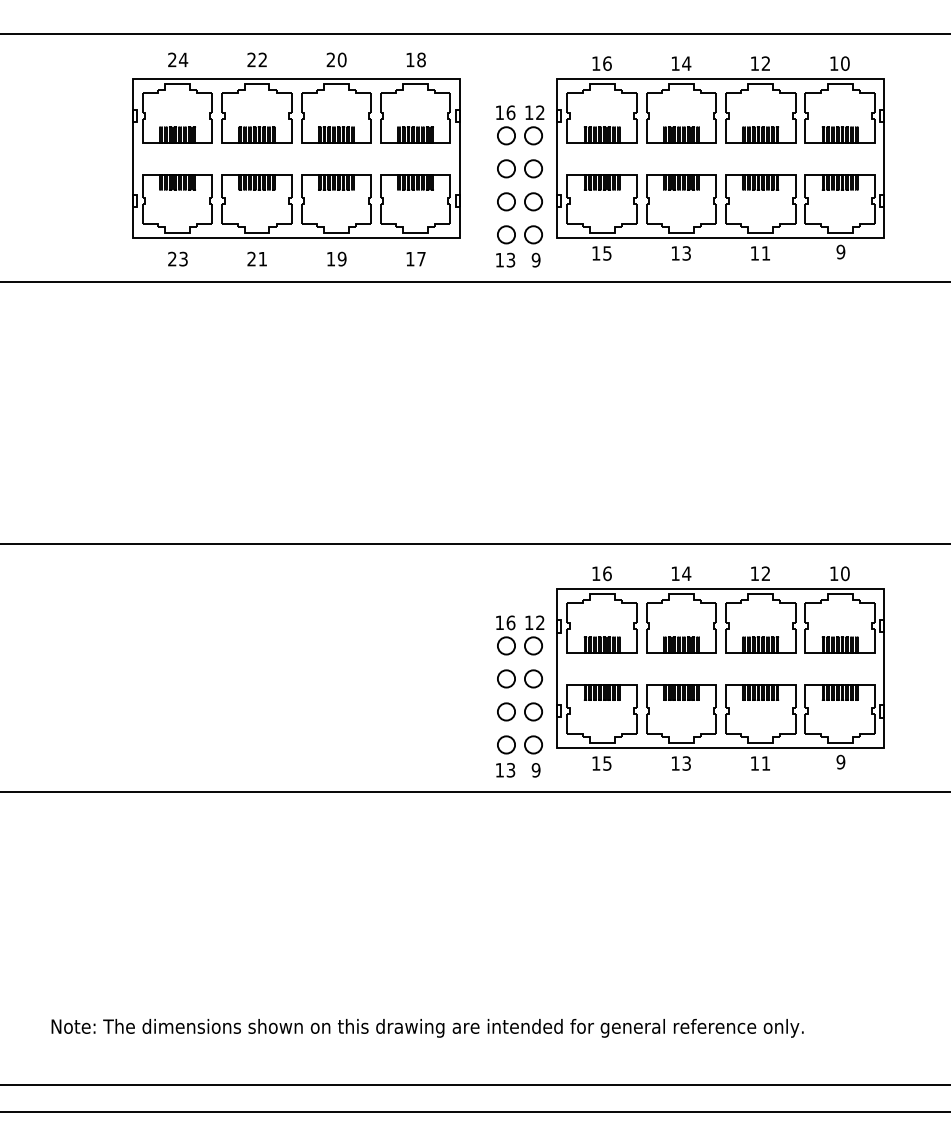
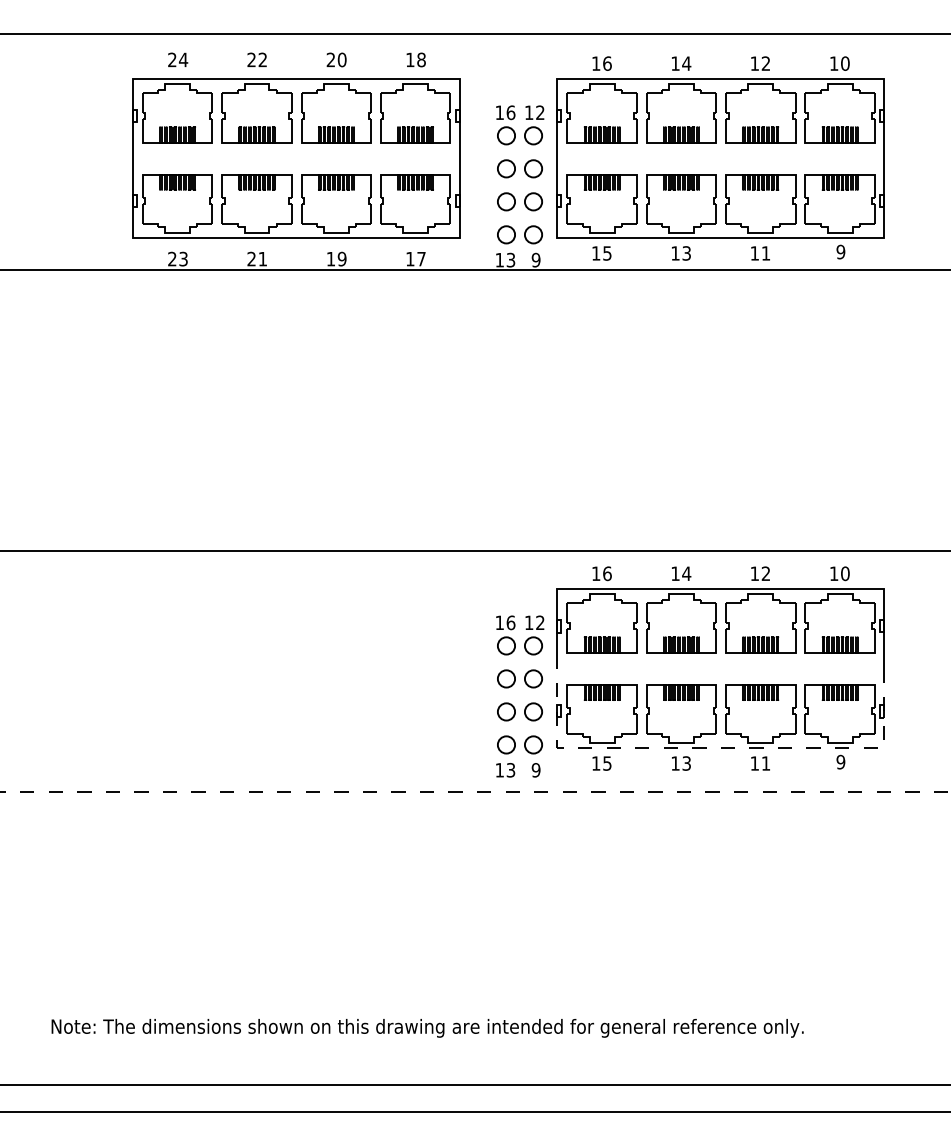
line at (474, 281) position: (474, 281) -> (474, 269)
line at (474, 544) position: (474, 544) -> (474, 551)
line at (720, 748): solid -> dashed
line at (474, 791): solid -> dashed
